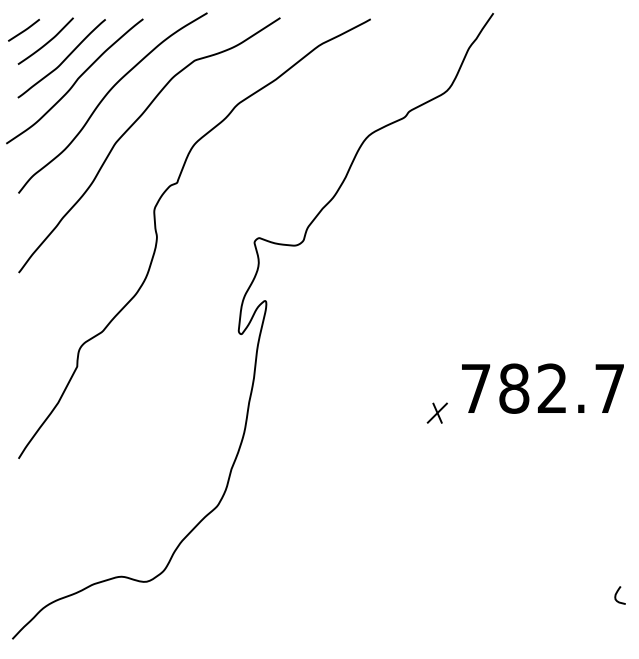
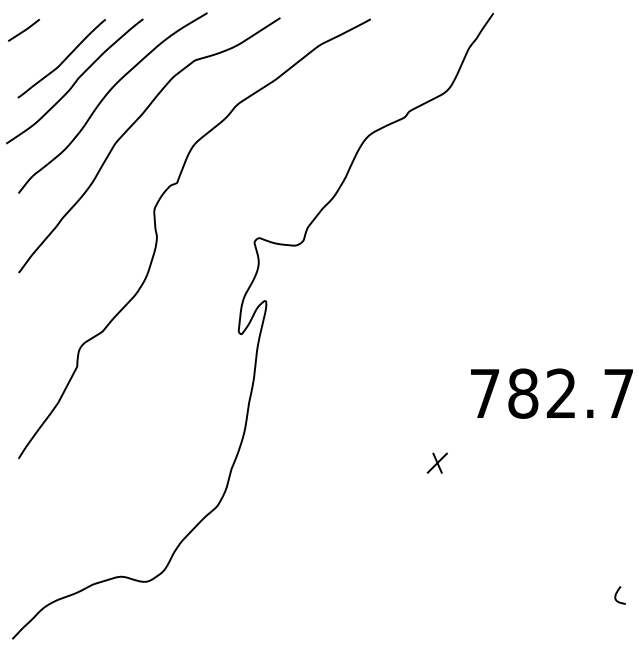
curve at (47, 41): present -> none
text at (542, 388) position: (542, 388) -> (551, 393)
part at (436, 412) position: (436, 412) -> (436, 462)
